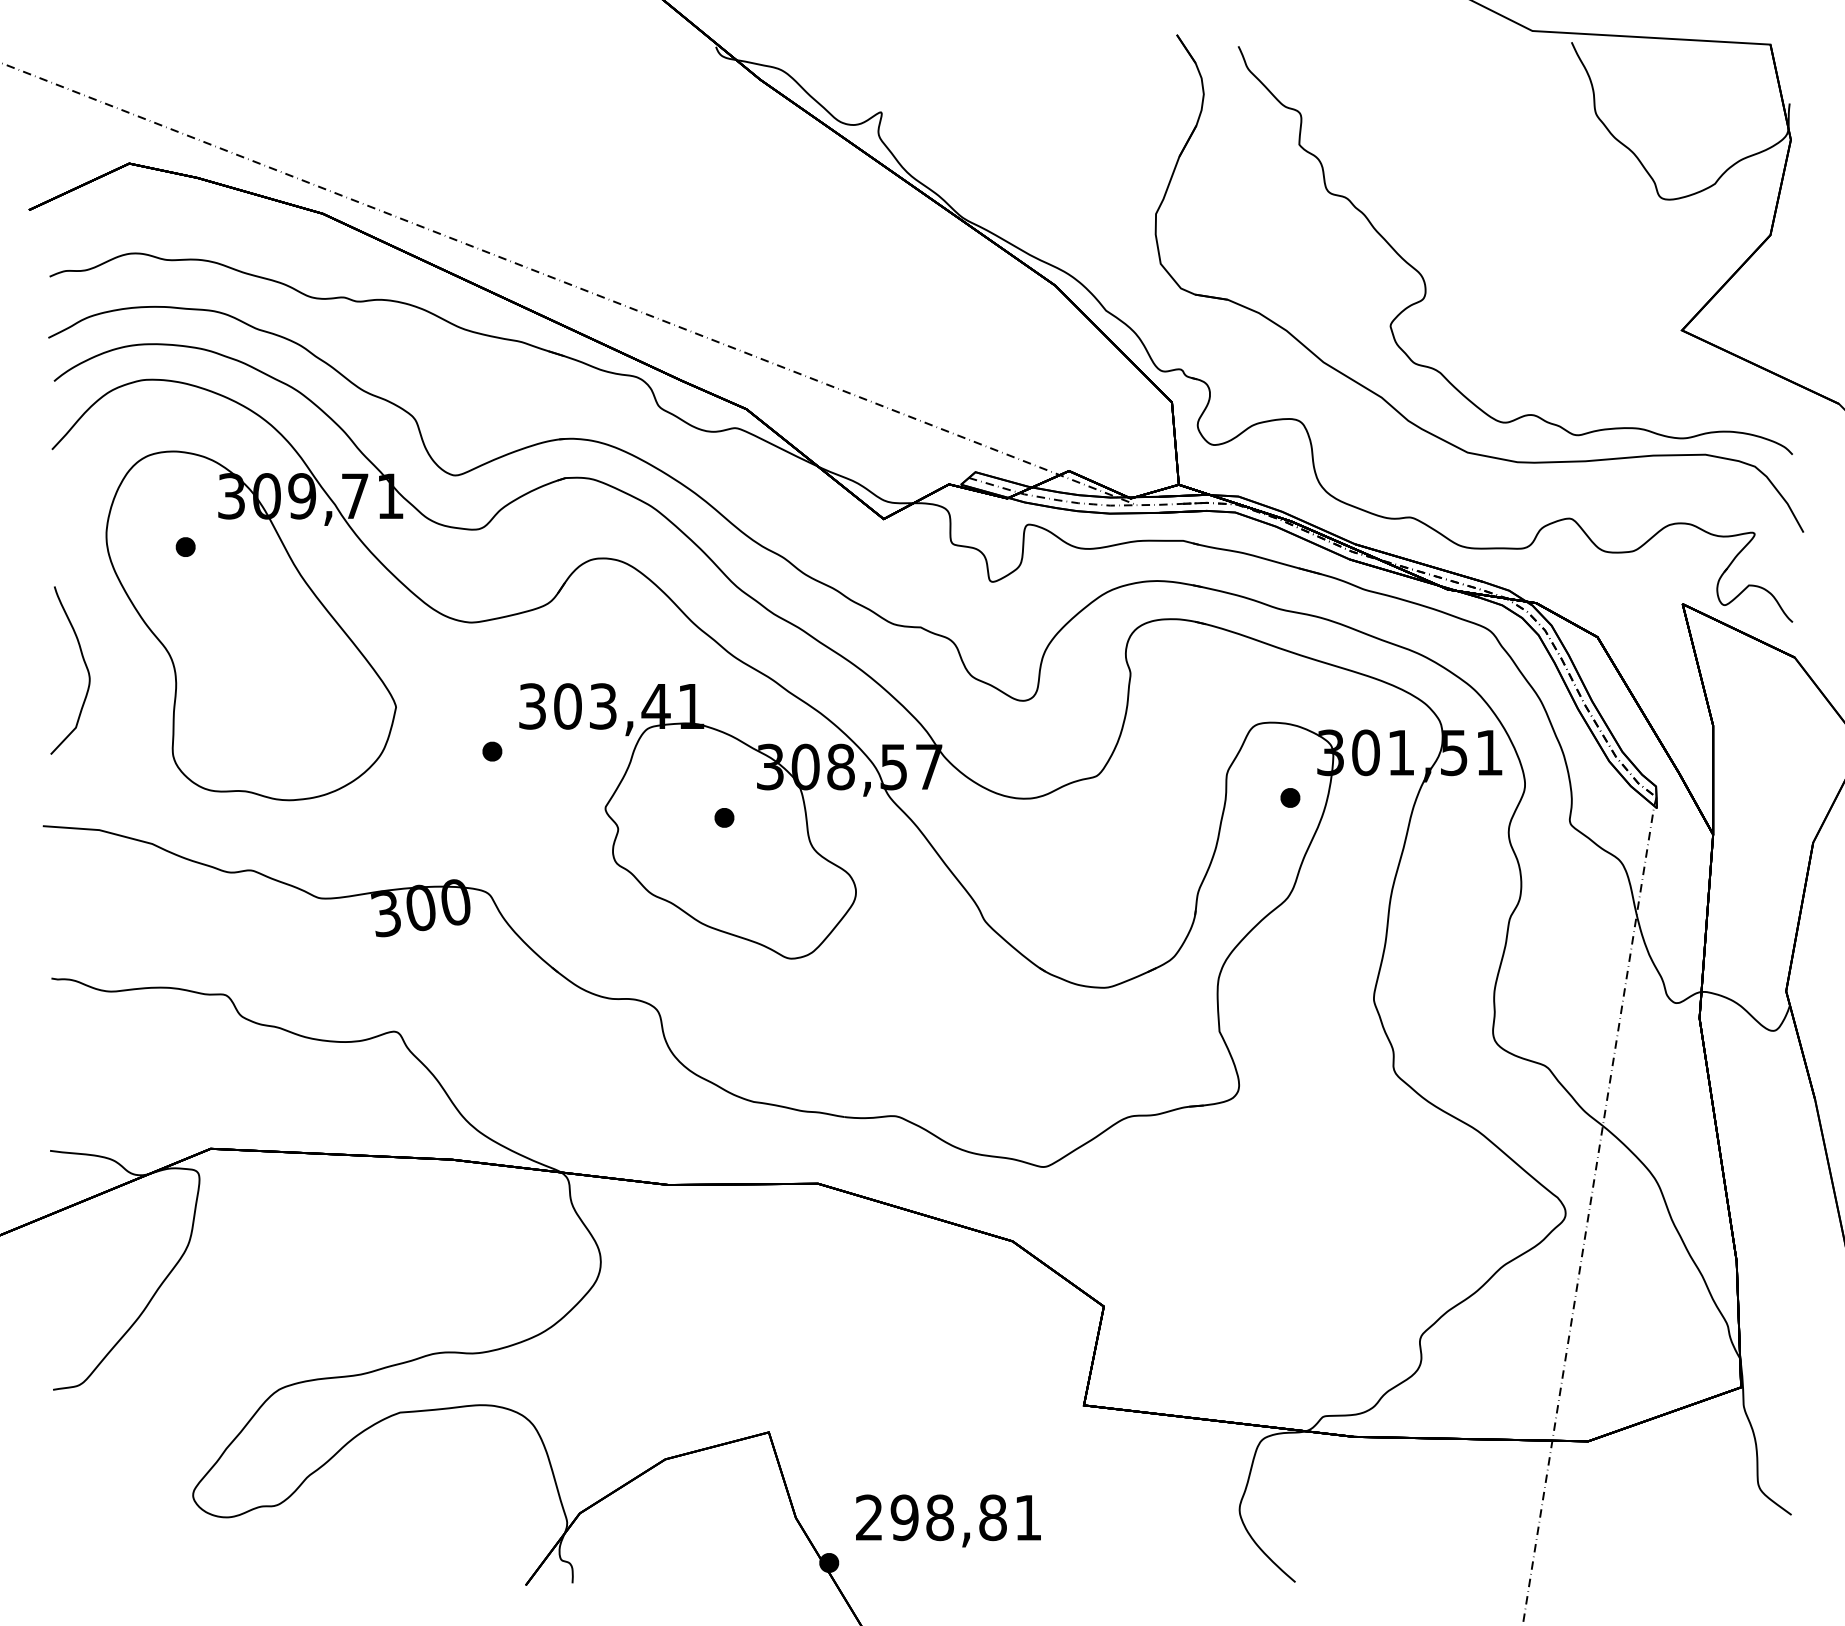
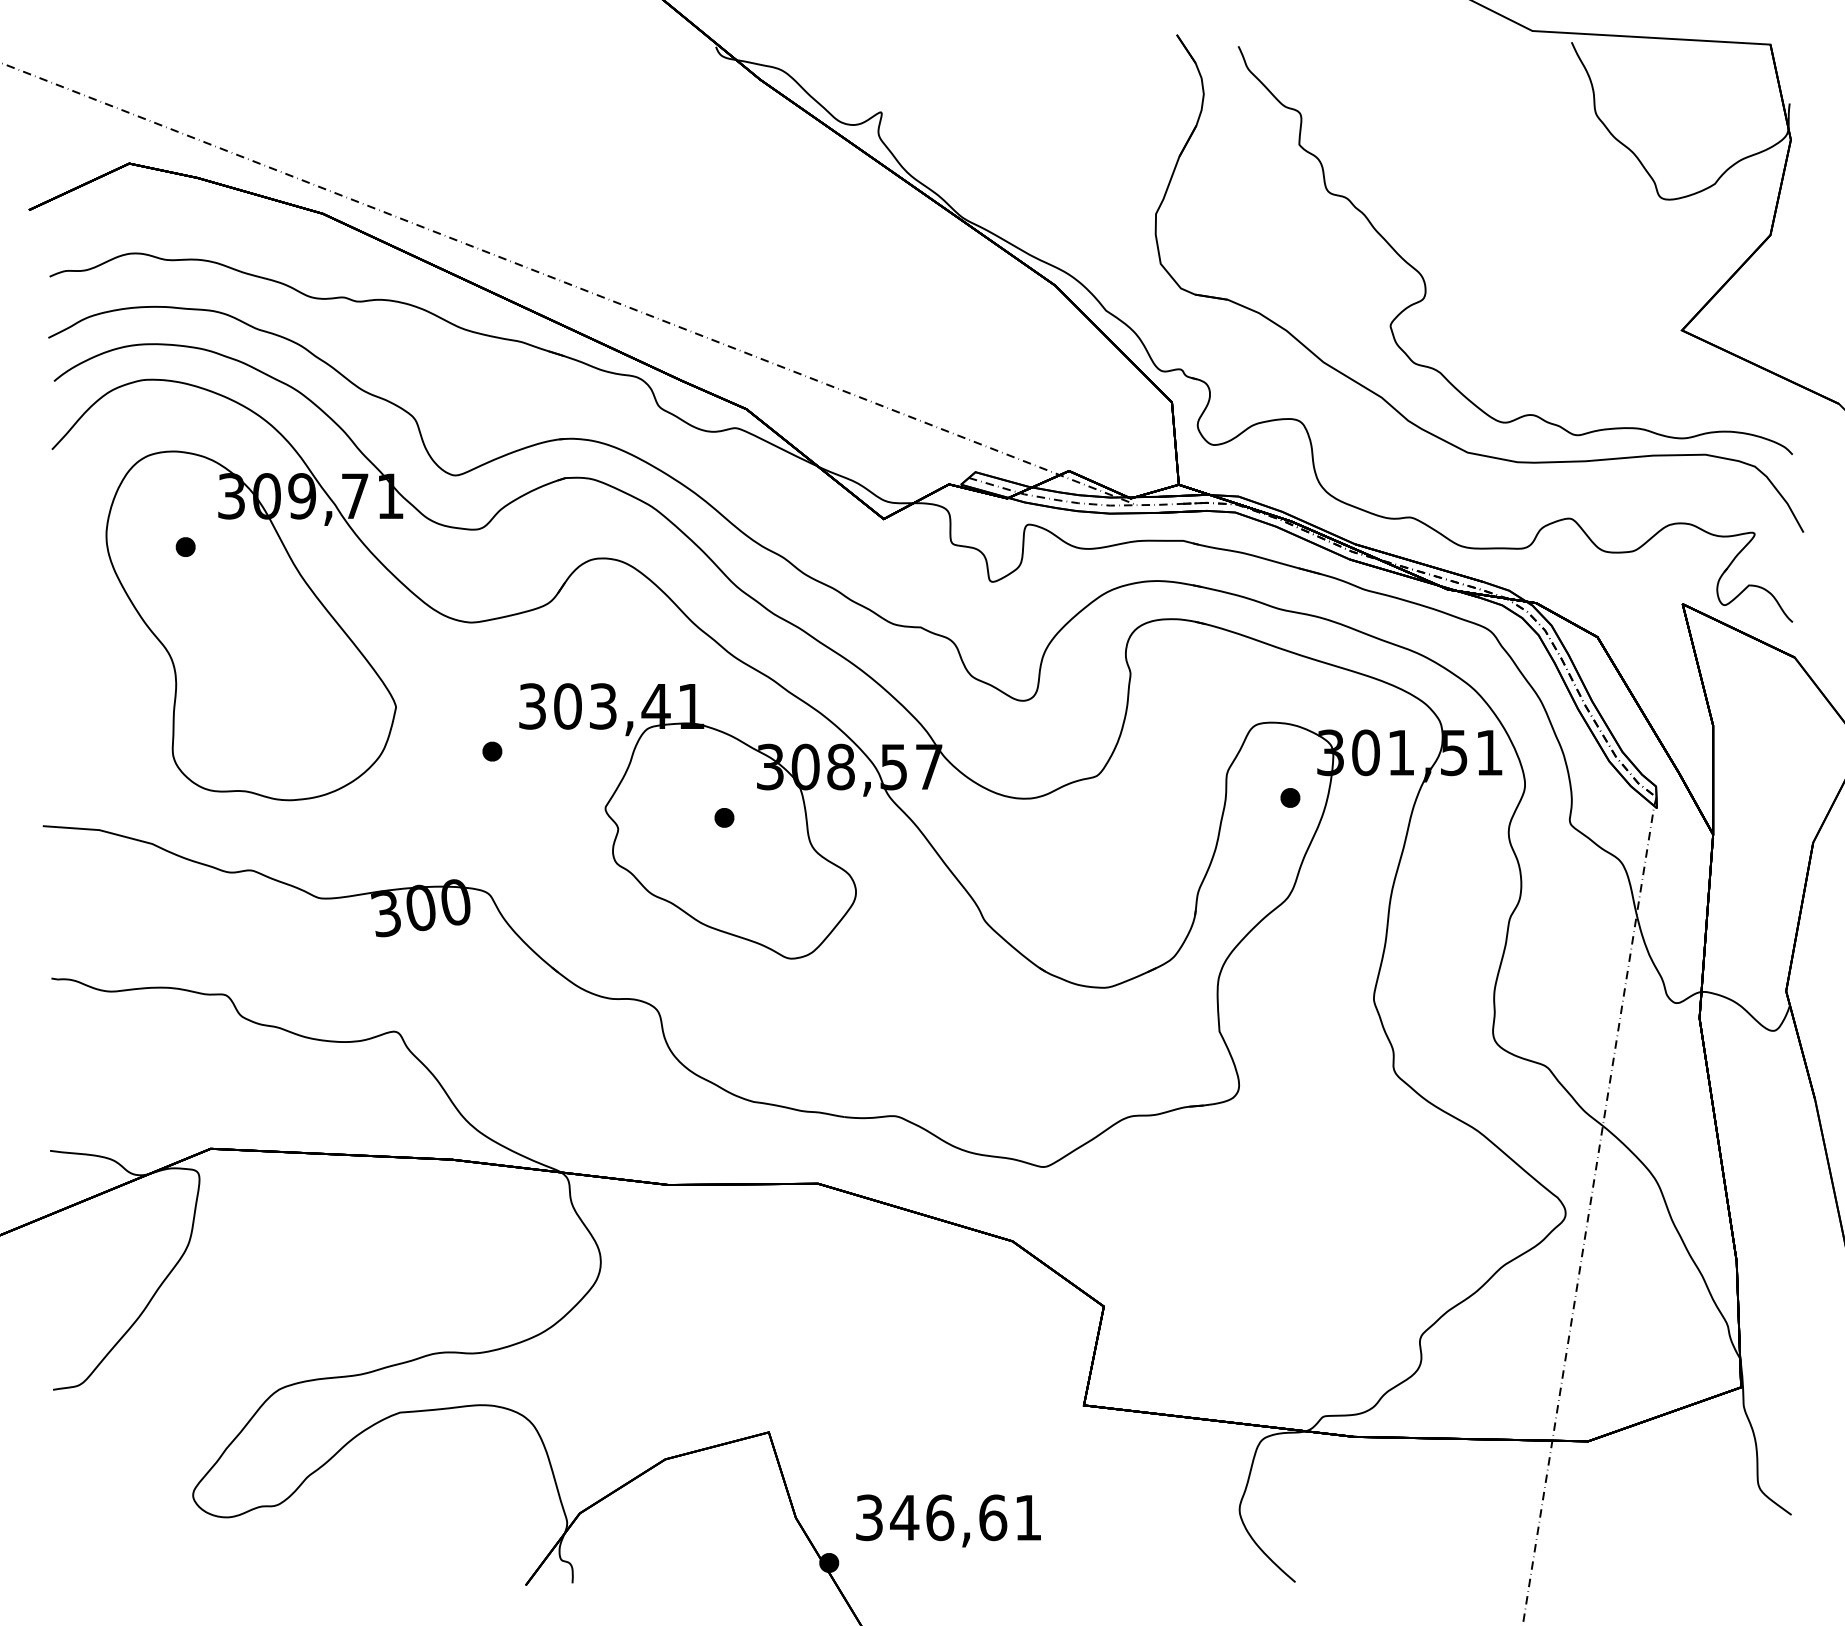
curve at (84, 664): present -> none
text at (931, 1517): 298,81 -> 346,61
